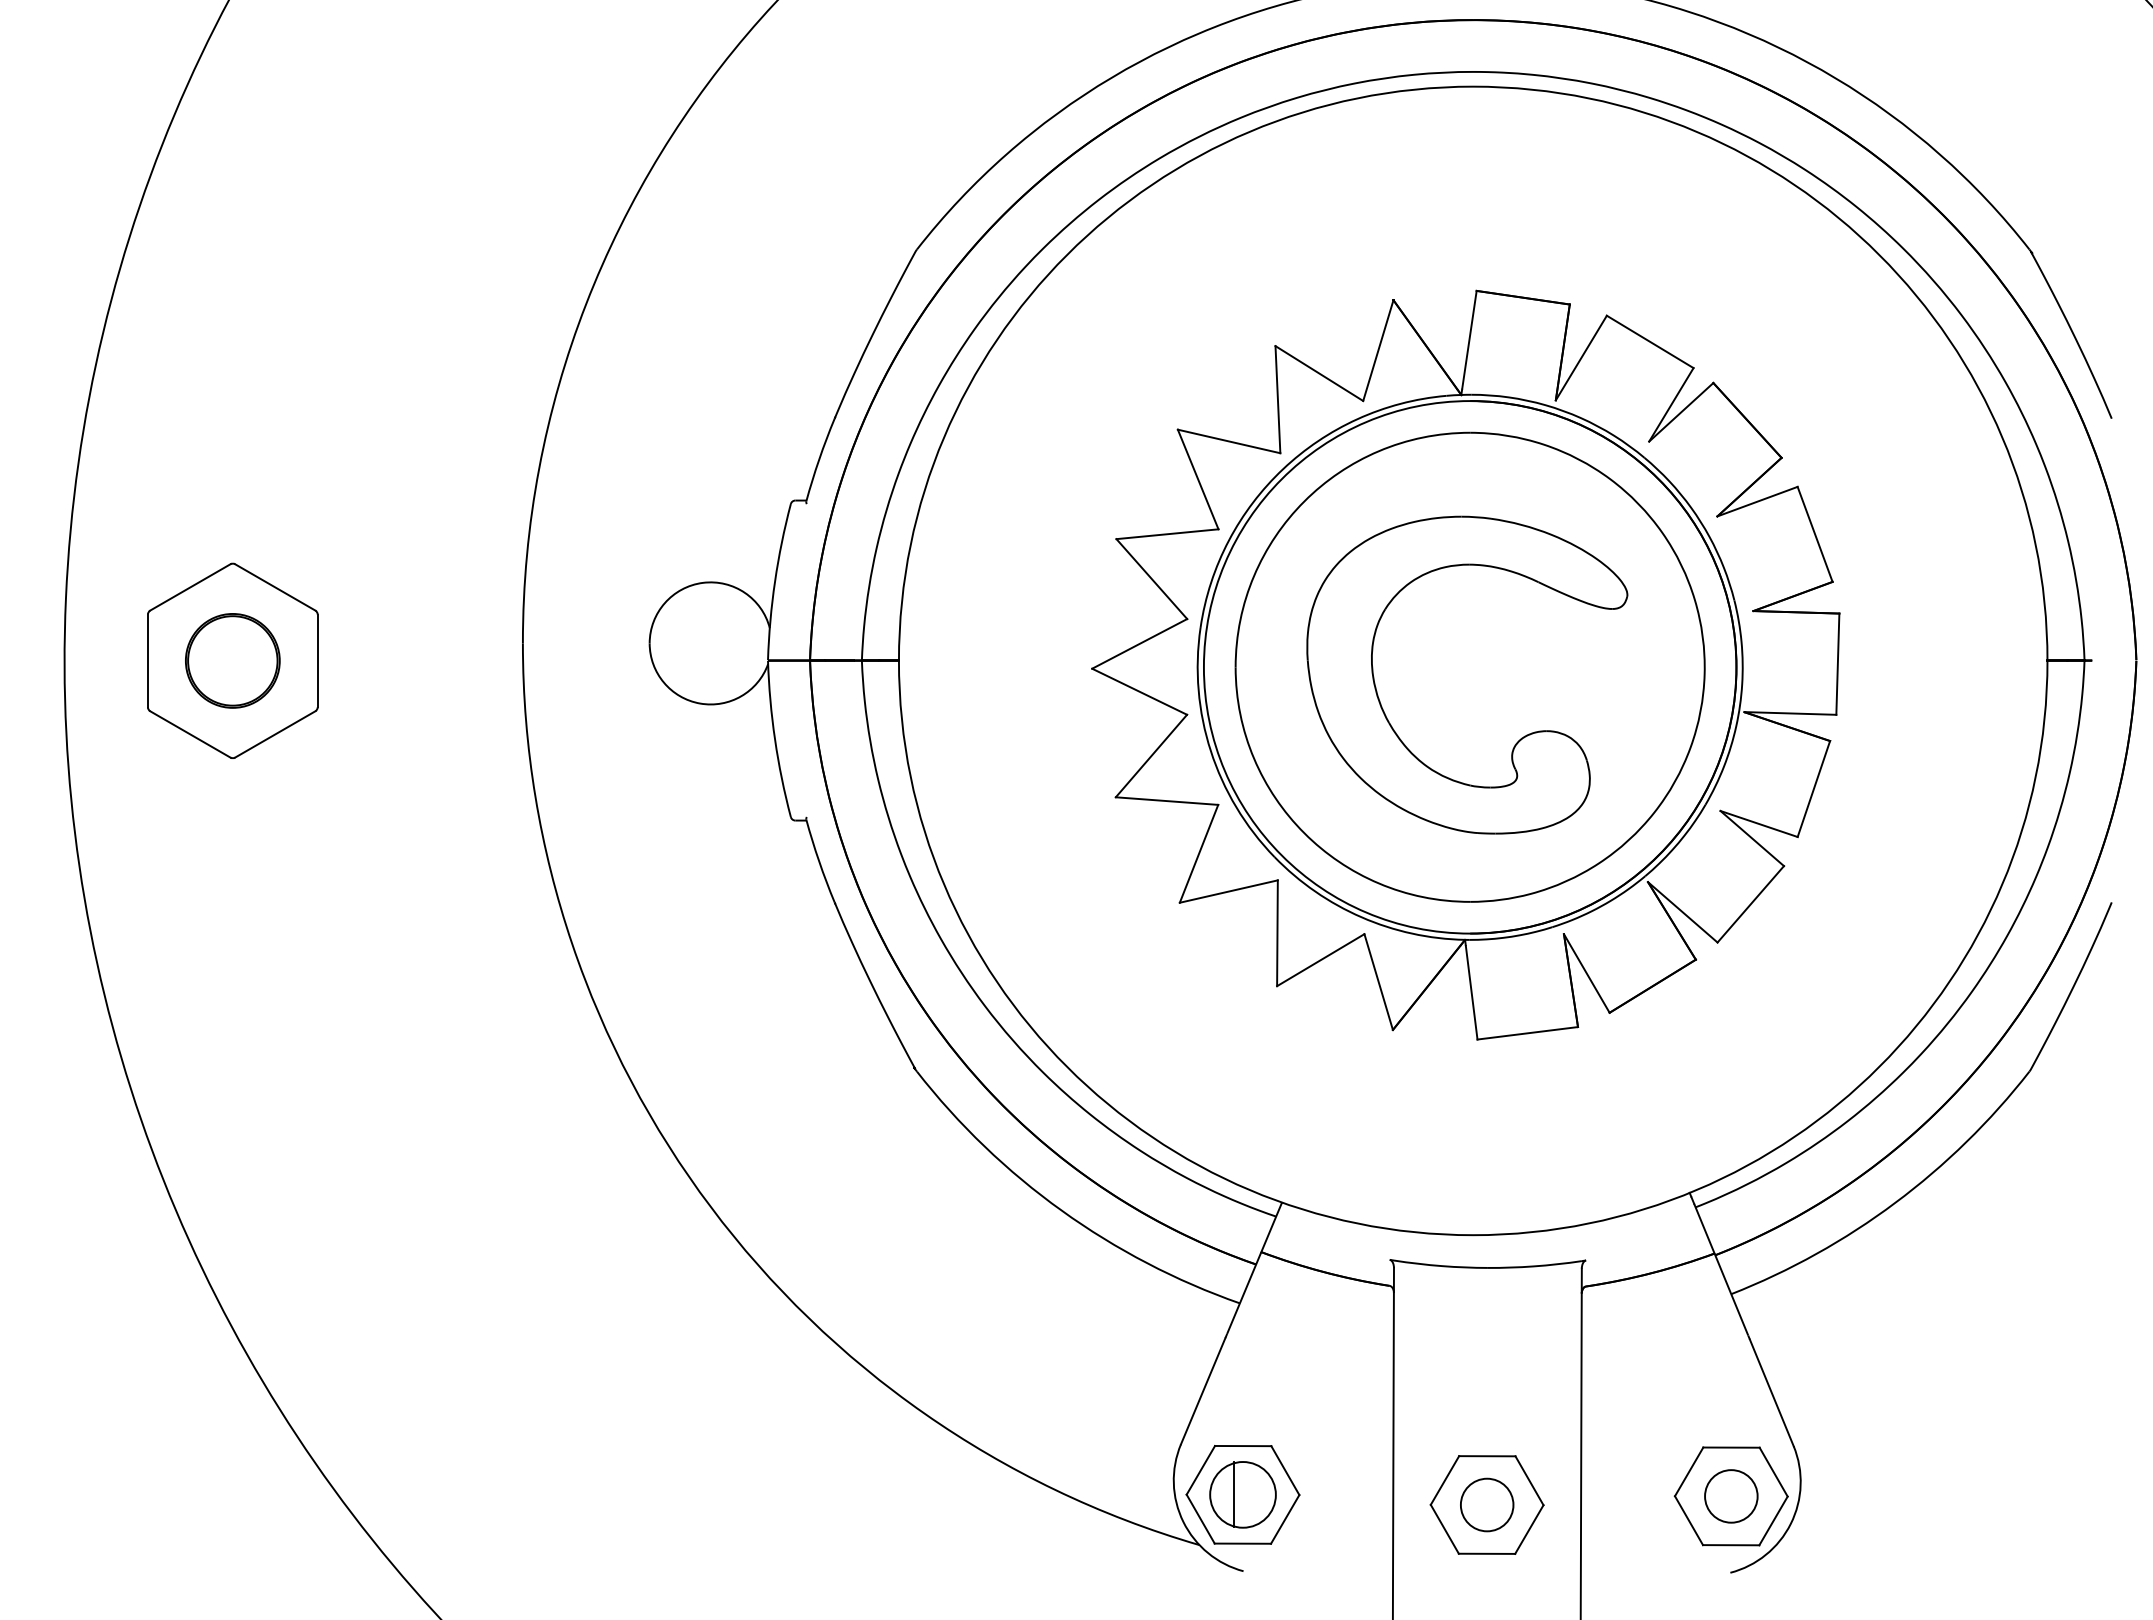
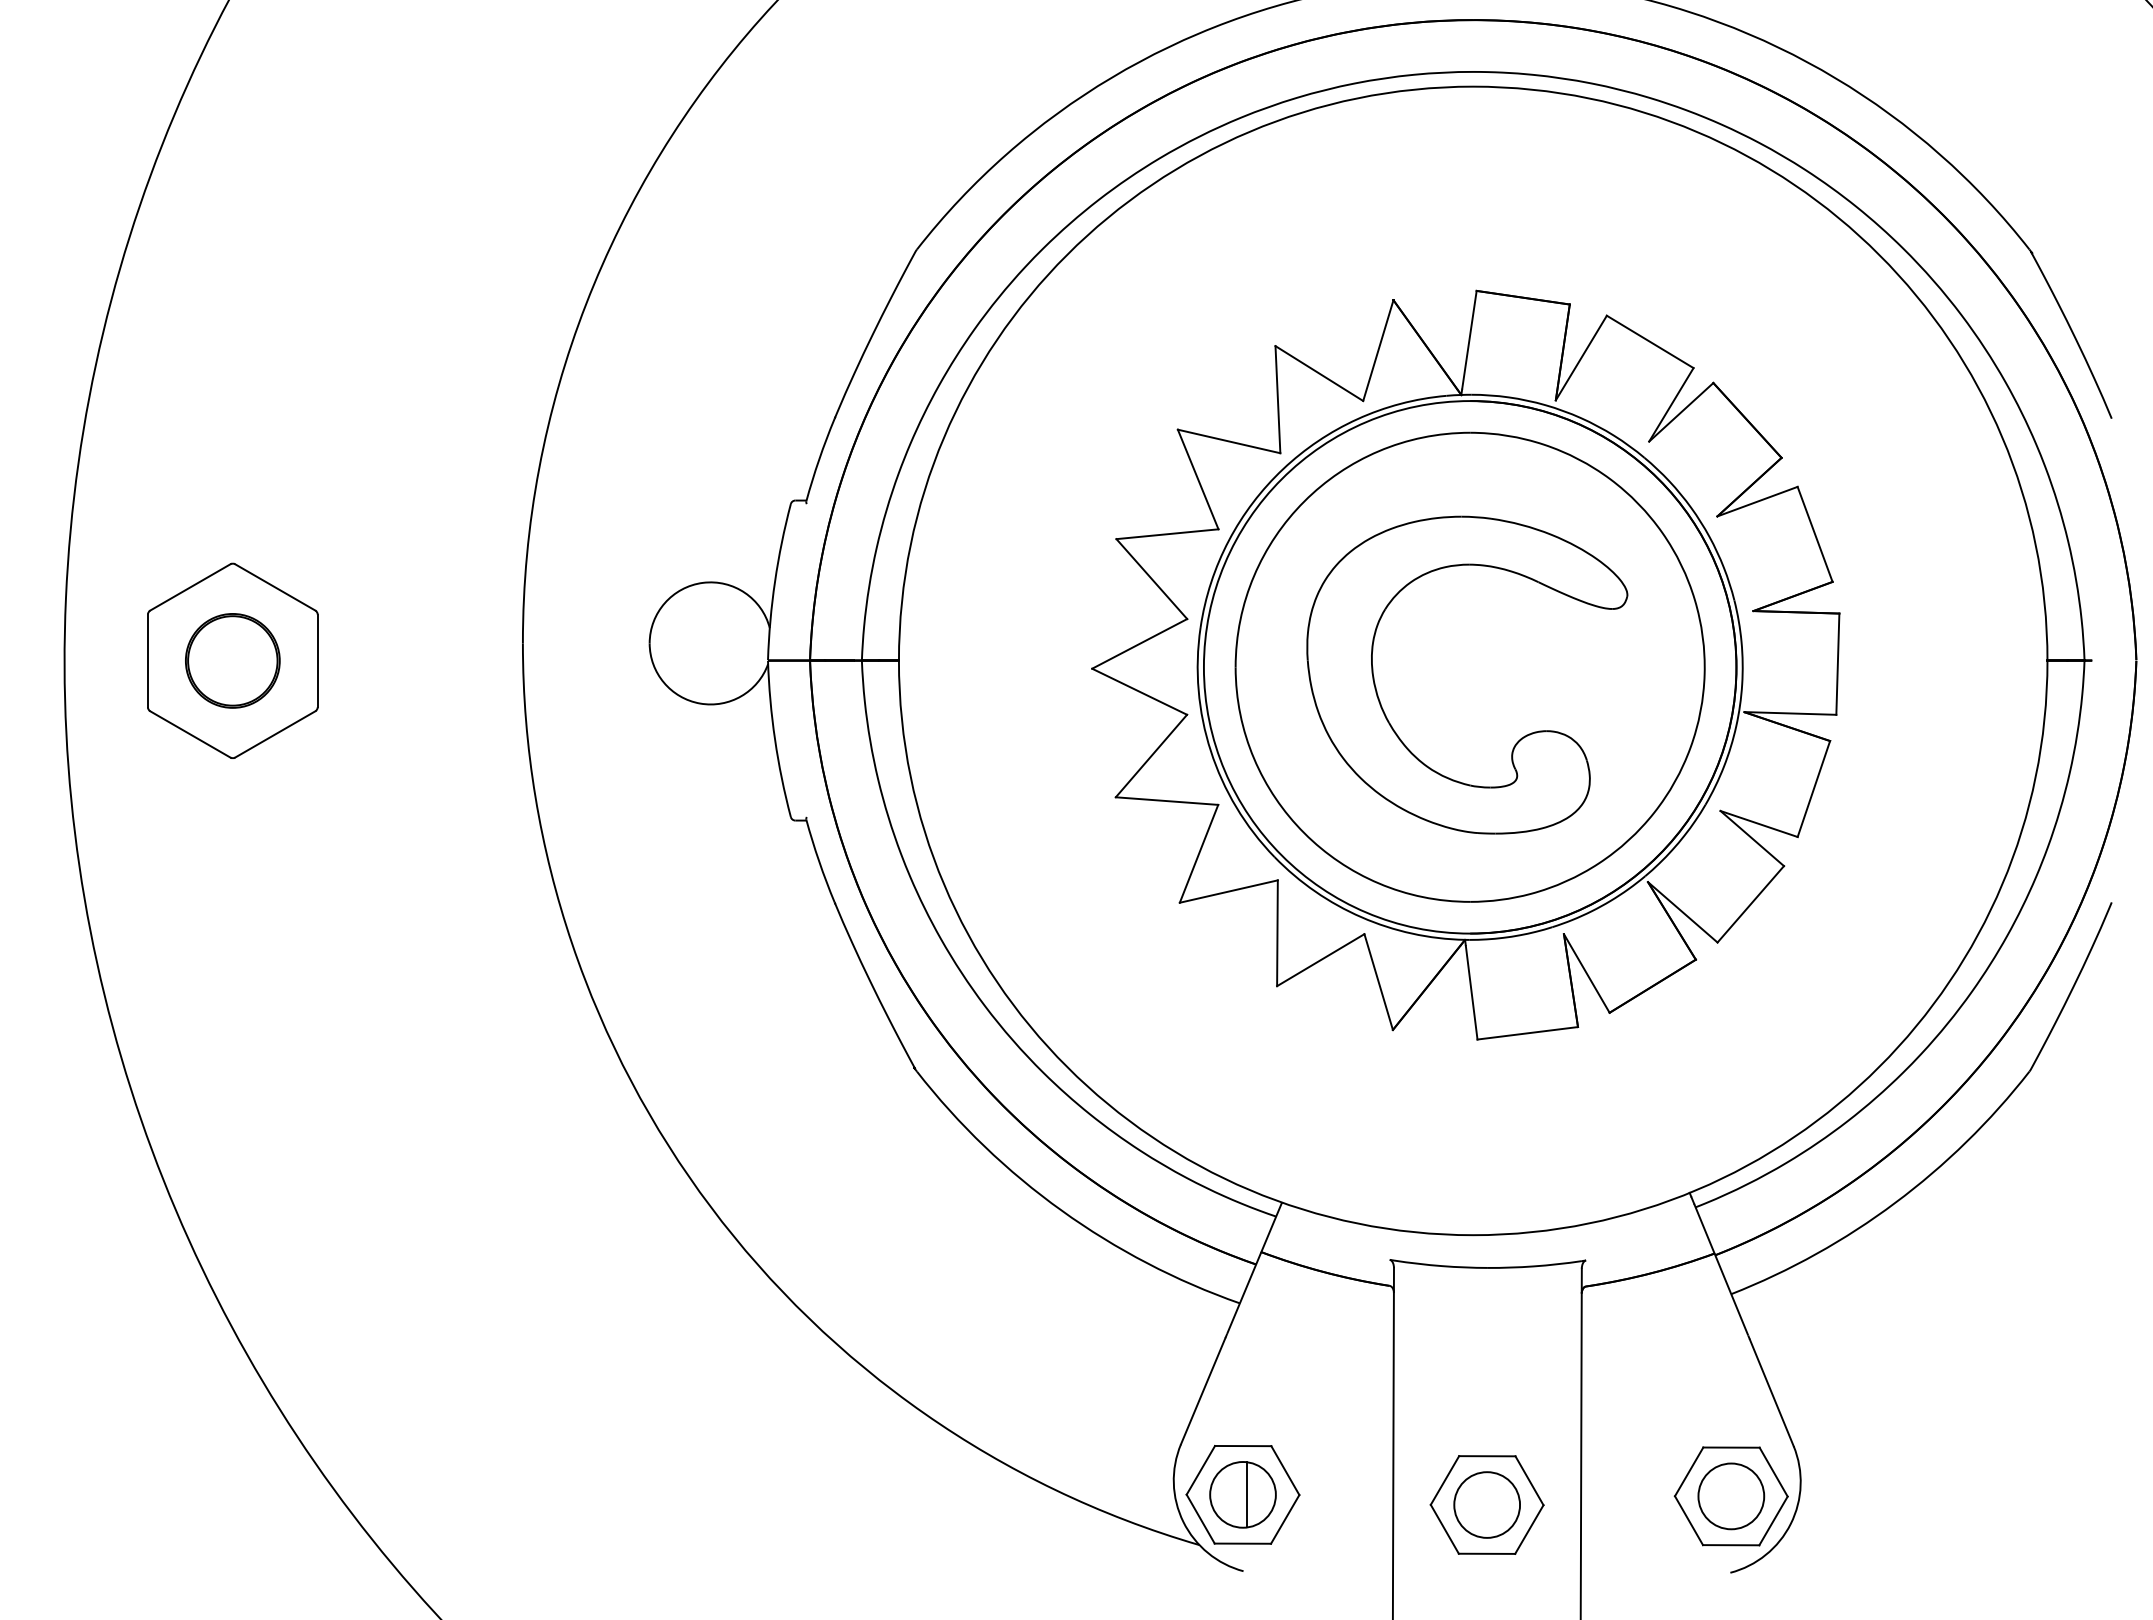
line at (1234, 1494) position: (1234, 1494) -> (1247, 1494)
circle at (1731, 1496) diameter: 53 px -> 66 px
circle at (1486, 1504) diameter: 53 px -> 66 px
